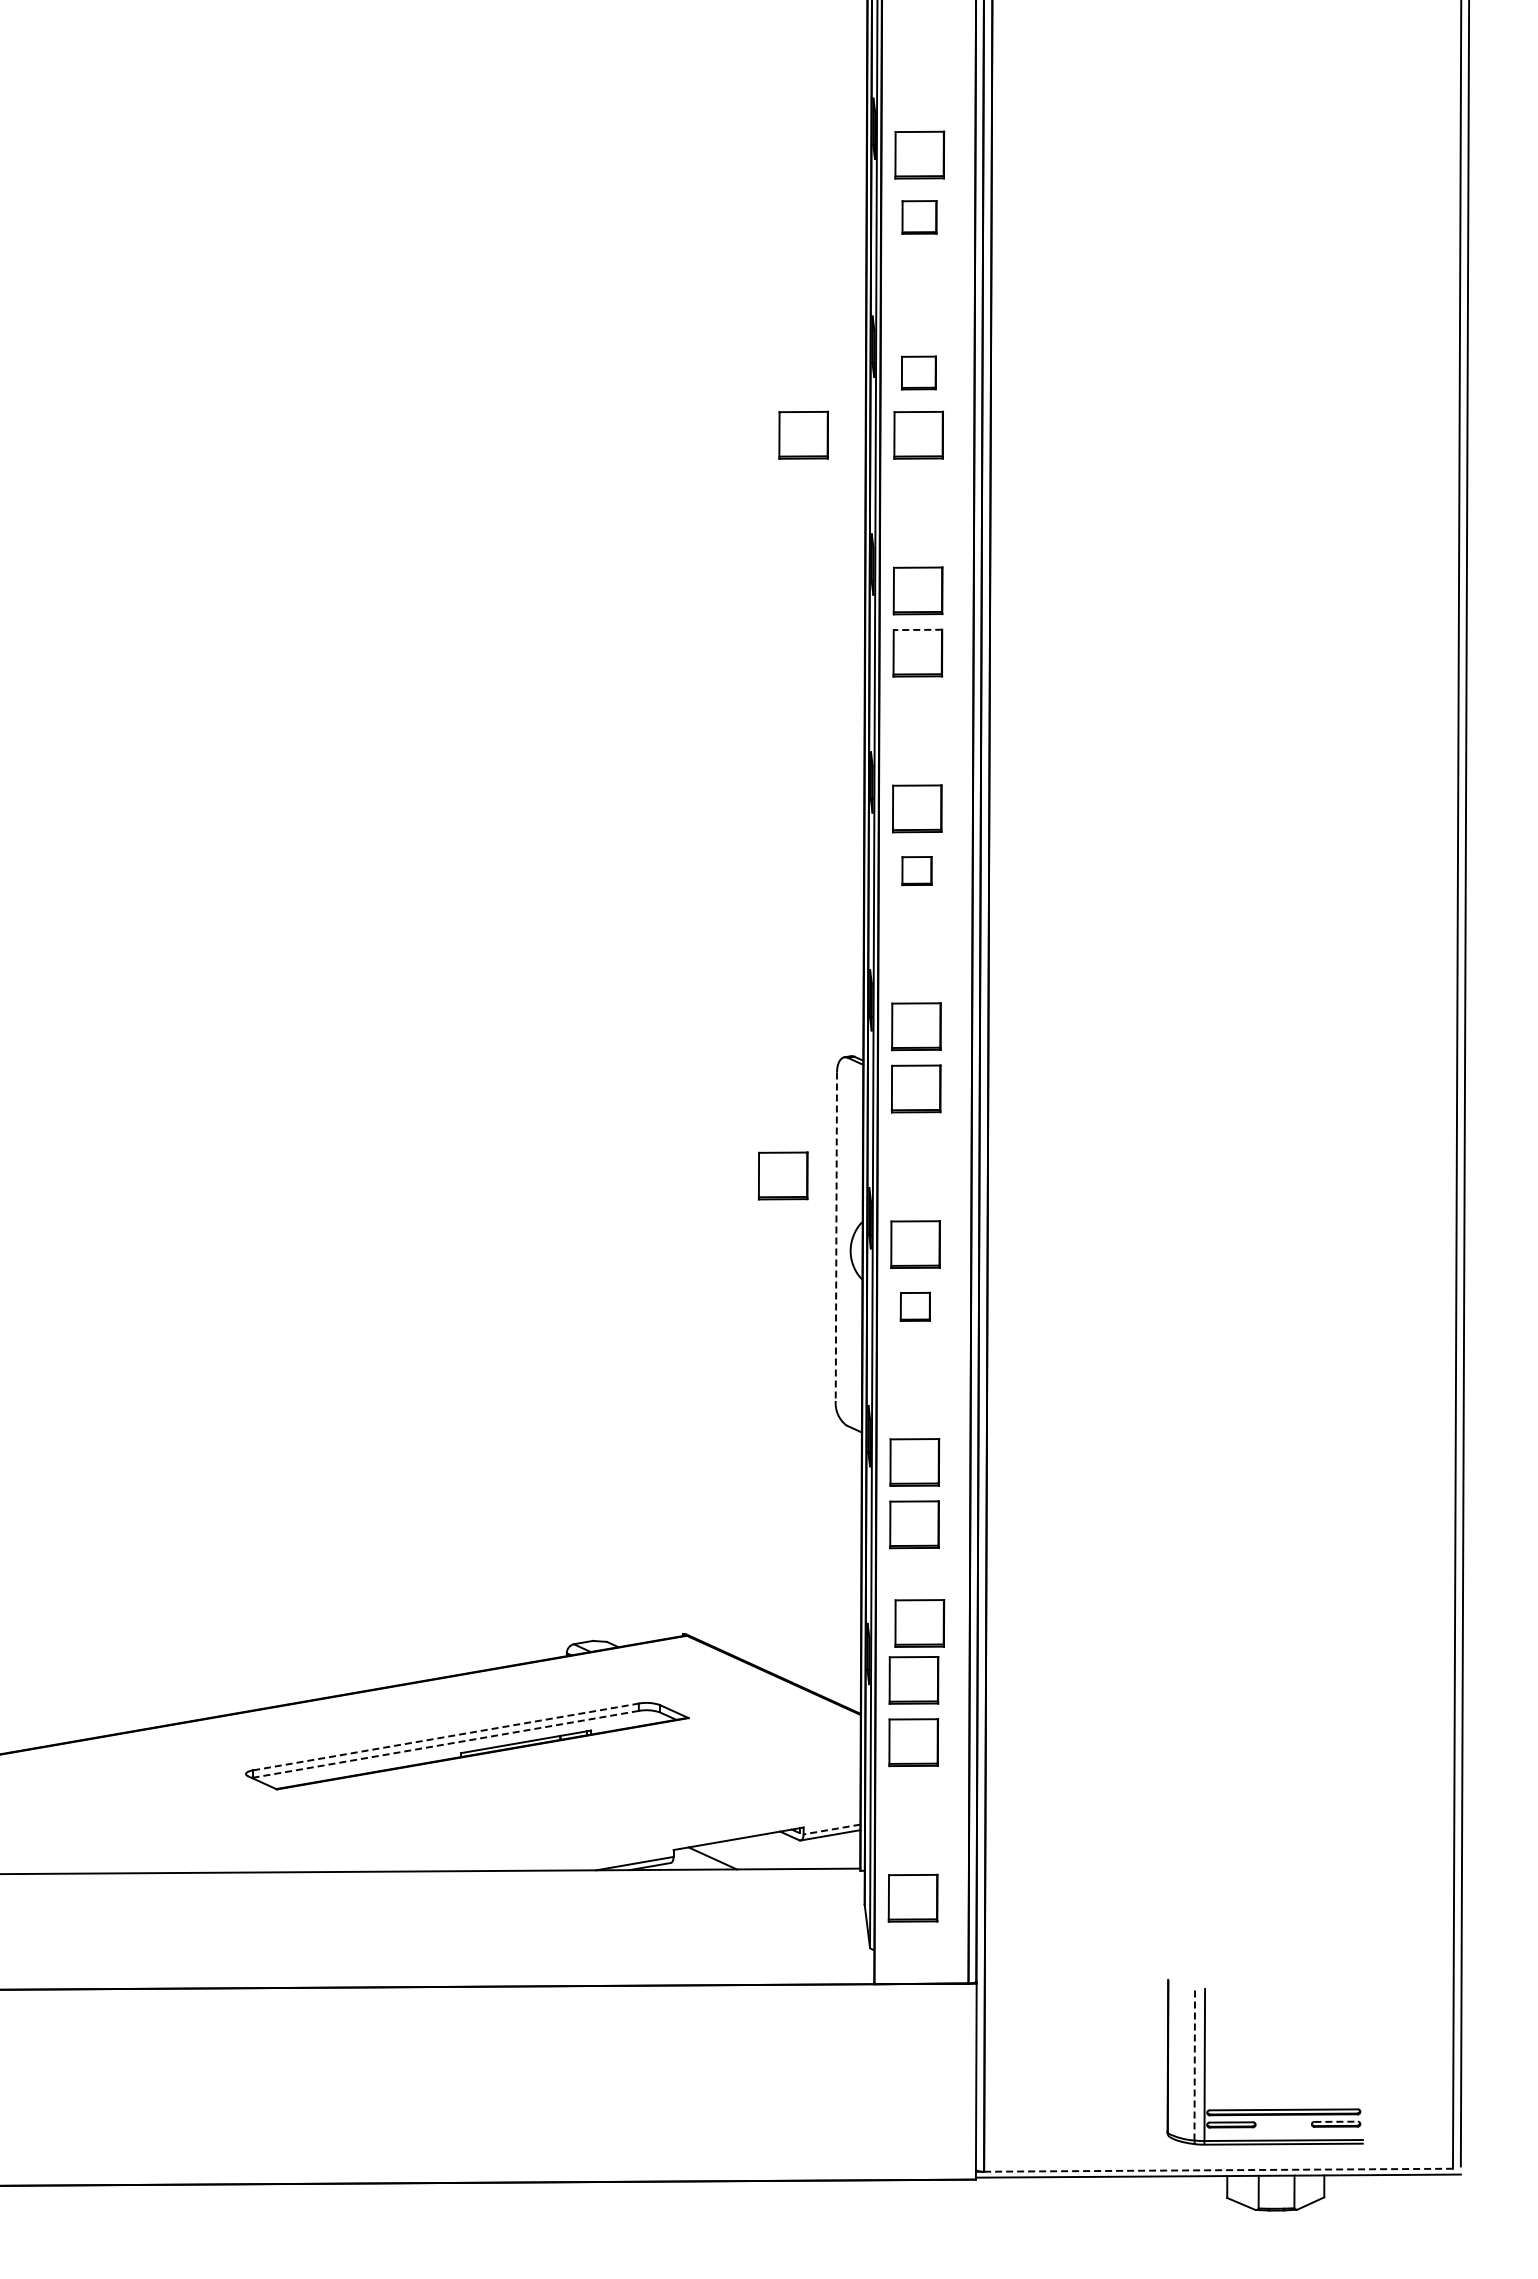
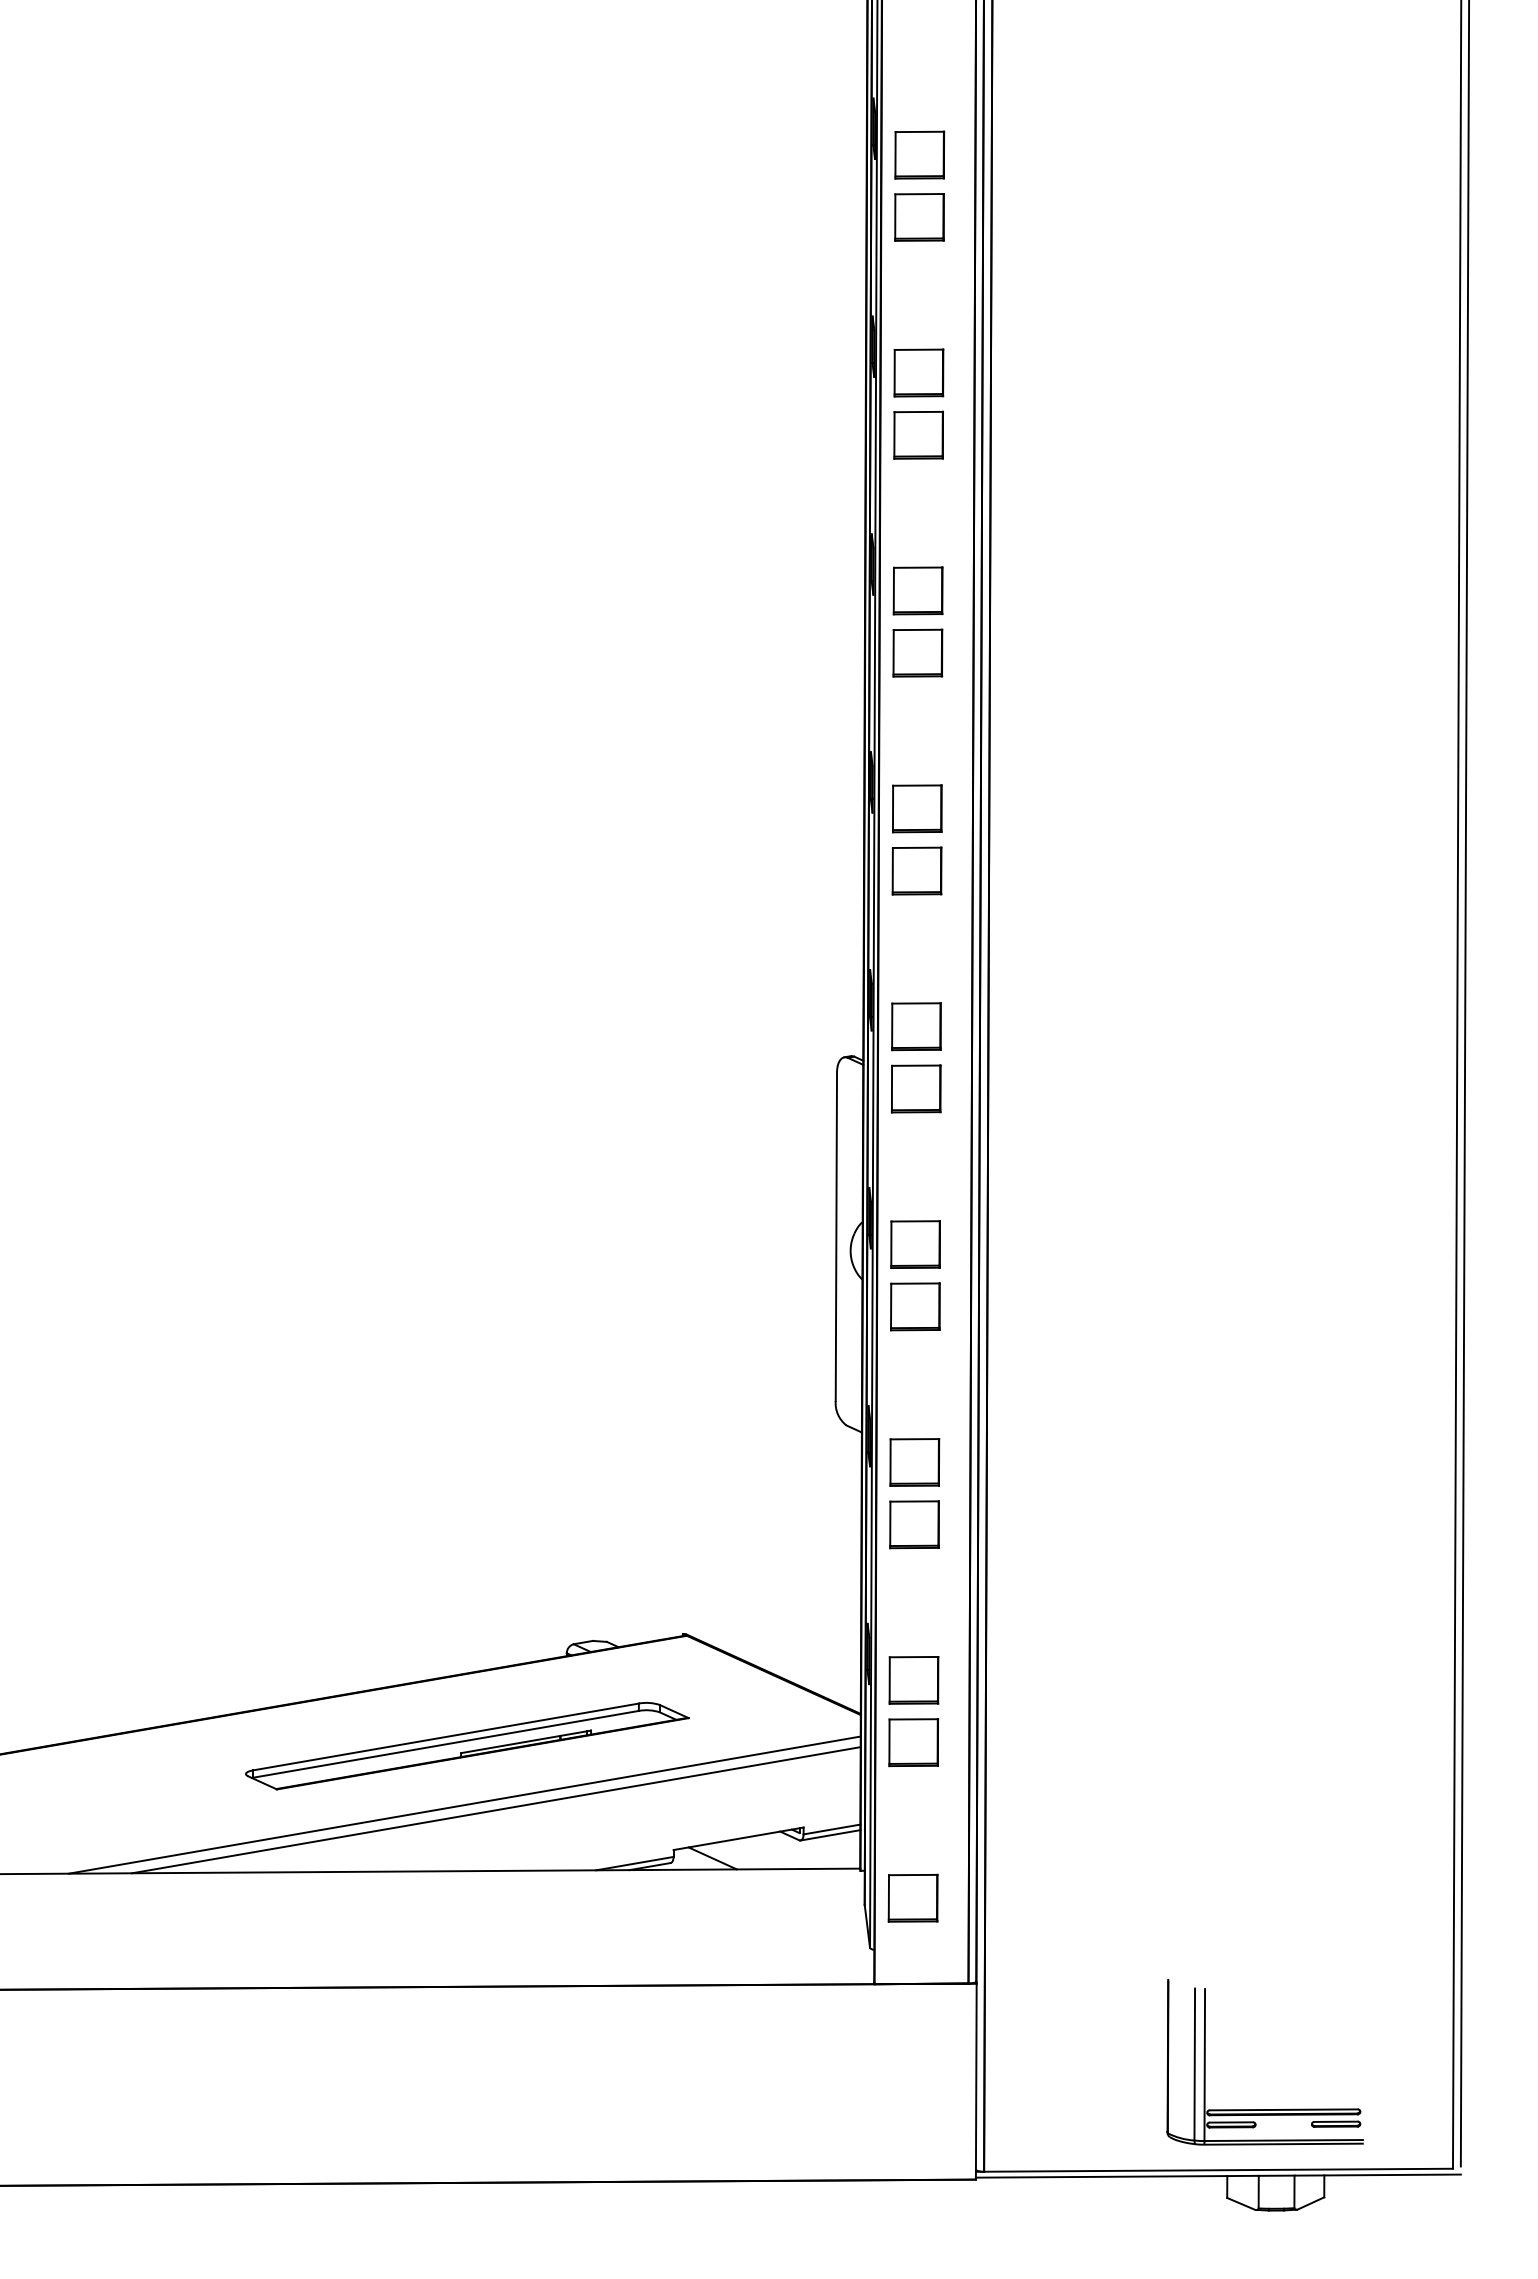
part at (919, 217) size: 37x35 px -> 51x49 px
part at (918, 372) size: 36x36 px -> 52x50 px
part at (803, 434): present -> none
line at (917, 629): dashed -> solid
part at (916, 871) size: 32x31 px -> 52x50 px
part at (783, 1175): present -> none
line at (836, 1237): dashed -> solid
part at (914, 1306) size: 32x31 px -> 51x50 px
part at (919, 1623): present -> none
line at (446, 1736): dashed -> solid
line at (446, 1744): dashed -> solid
line at (464, 1804): none -> present
line at (496, 1810): none -> present
line at (832, 1829): dashed -> solid
line at (1194, 2064): dashed -> solid
line at (1336, 2121): dashed -> solid
line at (1219, 2170): dashed -> solid
